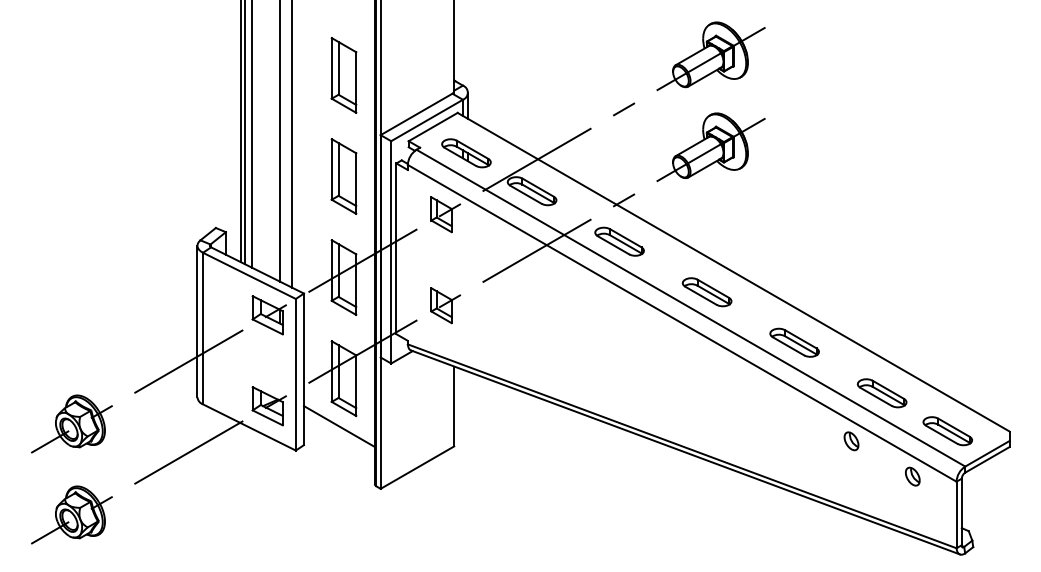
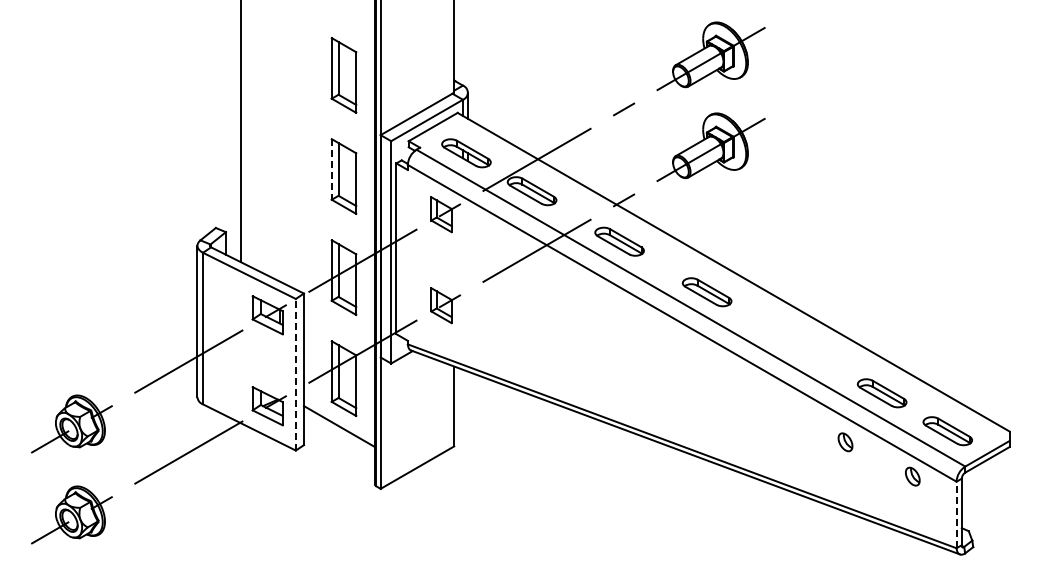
line at (244, 133): present -> none
line at (252, 134): present -> none
line at (279, 141): present -> none
line at (292, 144): present -> none
line at (331, 169): solid -> dashed
part at (794, 342): present -> none
line at (295, 374): solid -> dashed
part at (851, 441) position: (851, 441) -> (845, 442)
line at (956, 514): solid -> dashed
